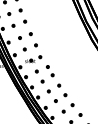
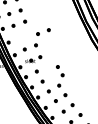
part at (25, 35) position: (25, 35) -> (43, 31)
part at (50, 71) position: (50, 71) -> (60, 71)
